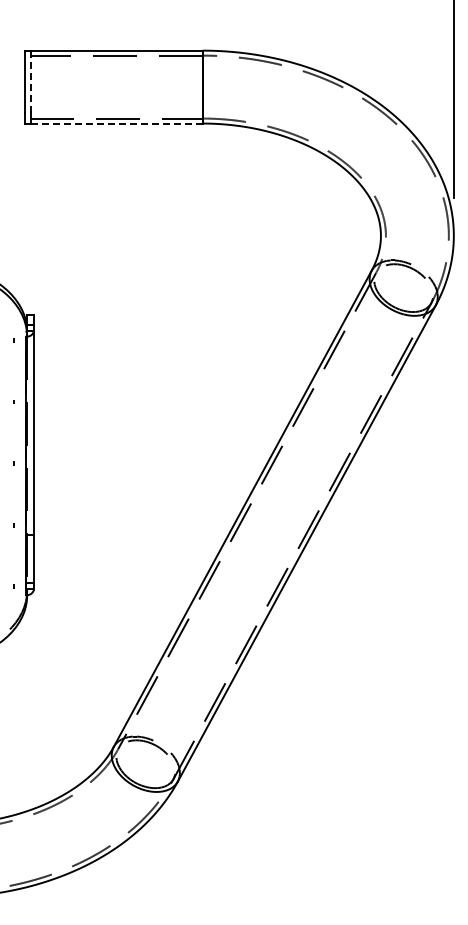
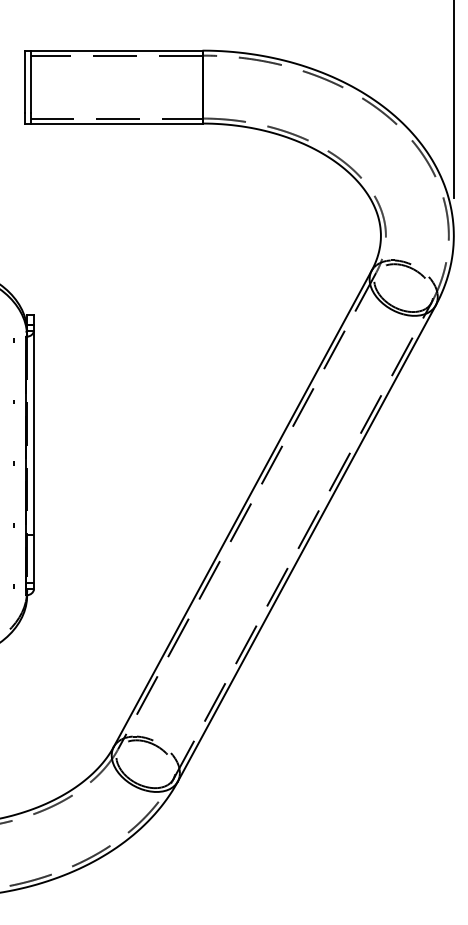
line at (30, 81): dashed -> solid
line at (116, 123): dashed -> solid
